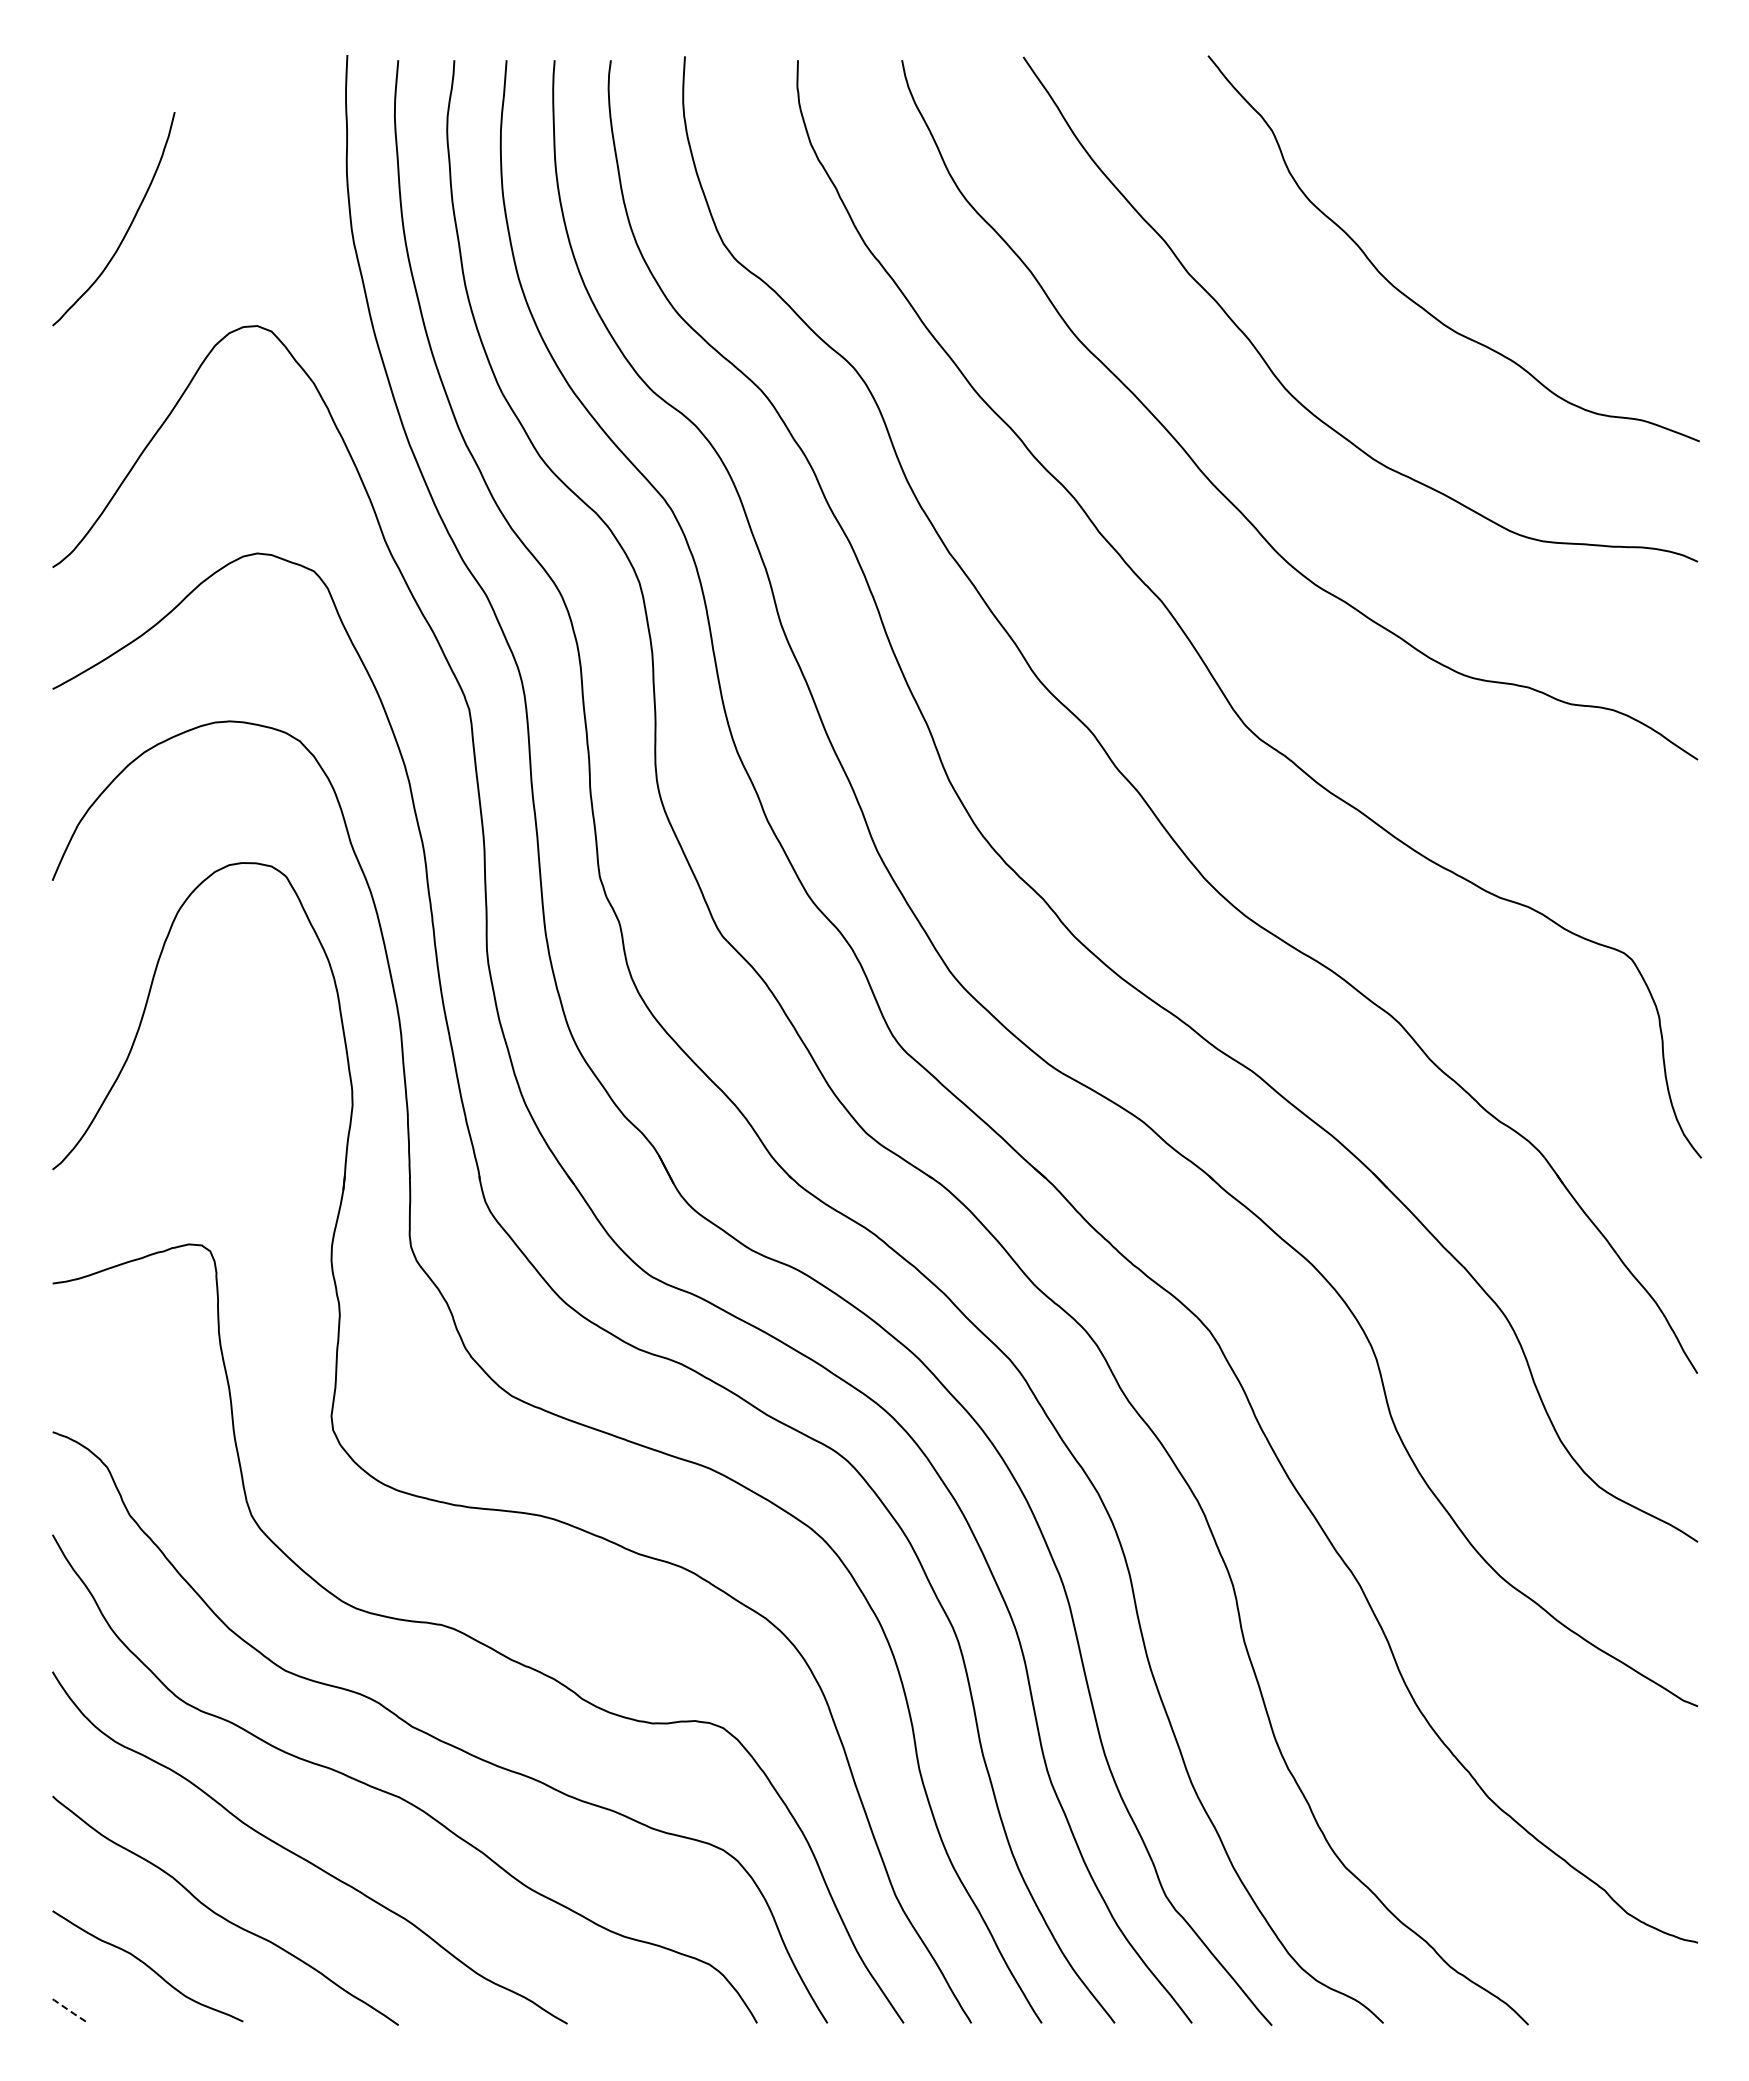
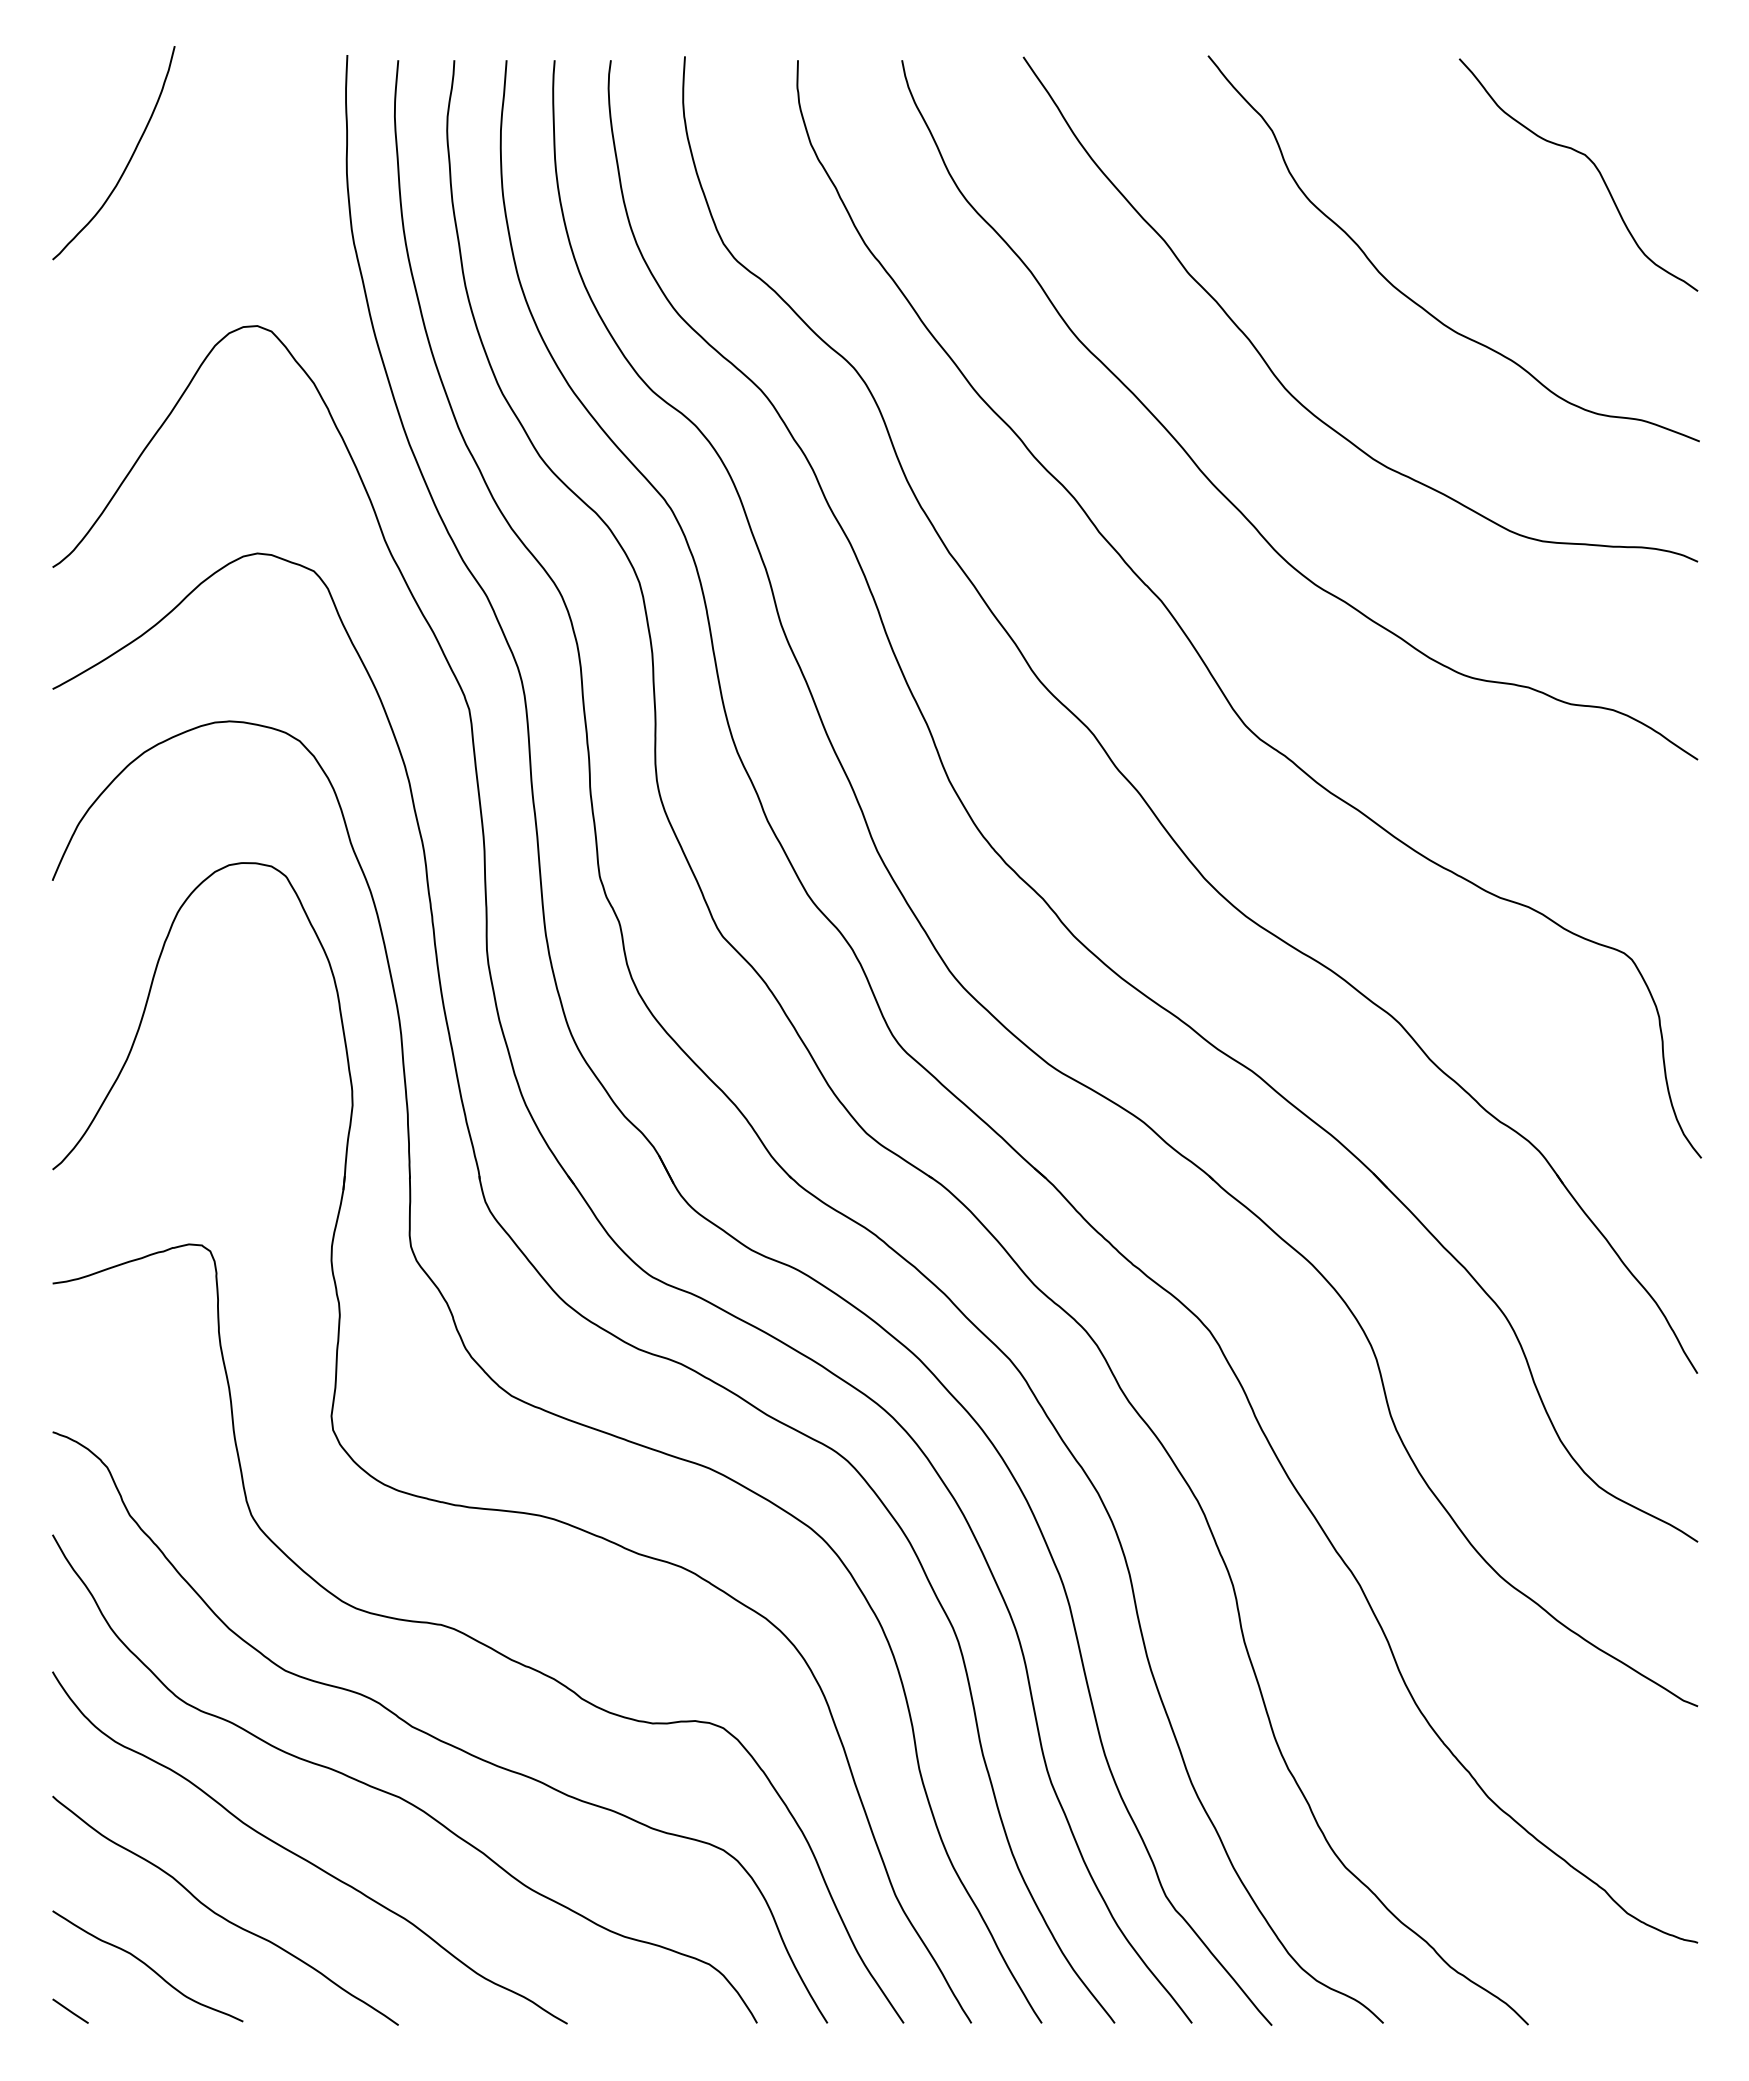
curve at (1590, 161): none -> present
curve at (128, 227) position: (128, 227) -> (128, 161)
line at (70, 2011): dashed -> solid
